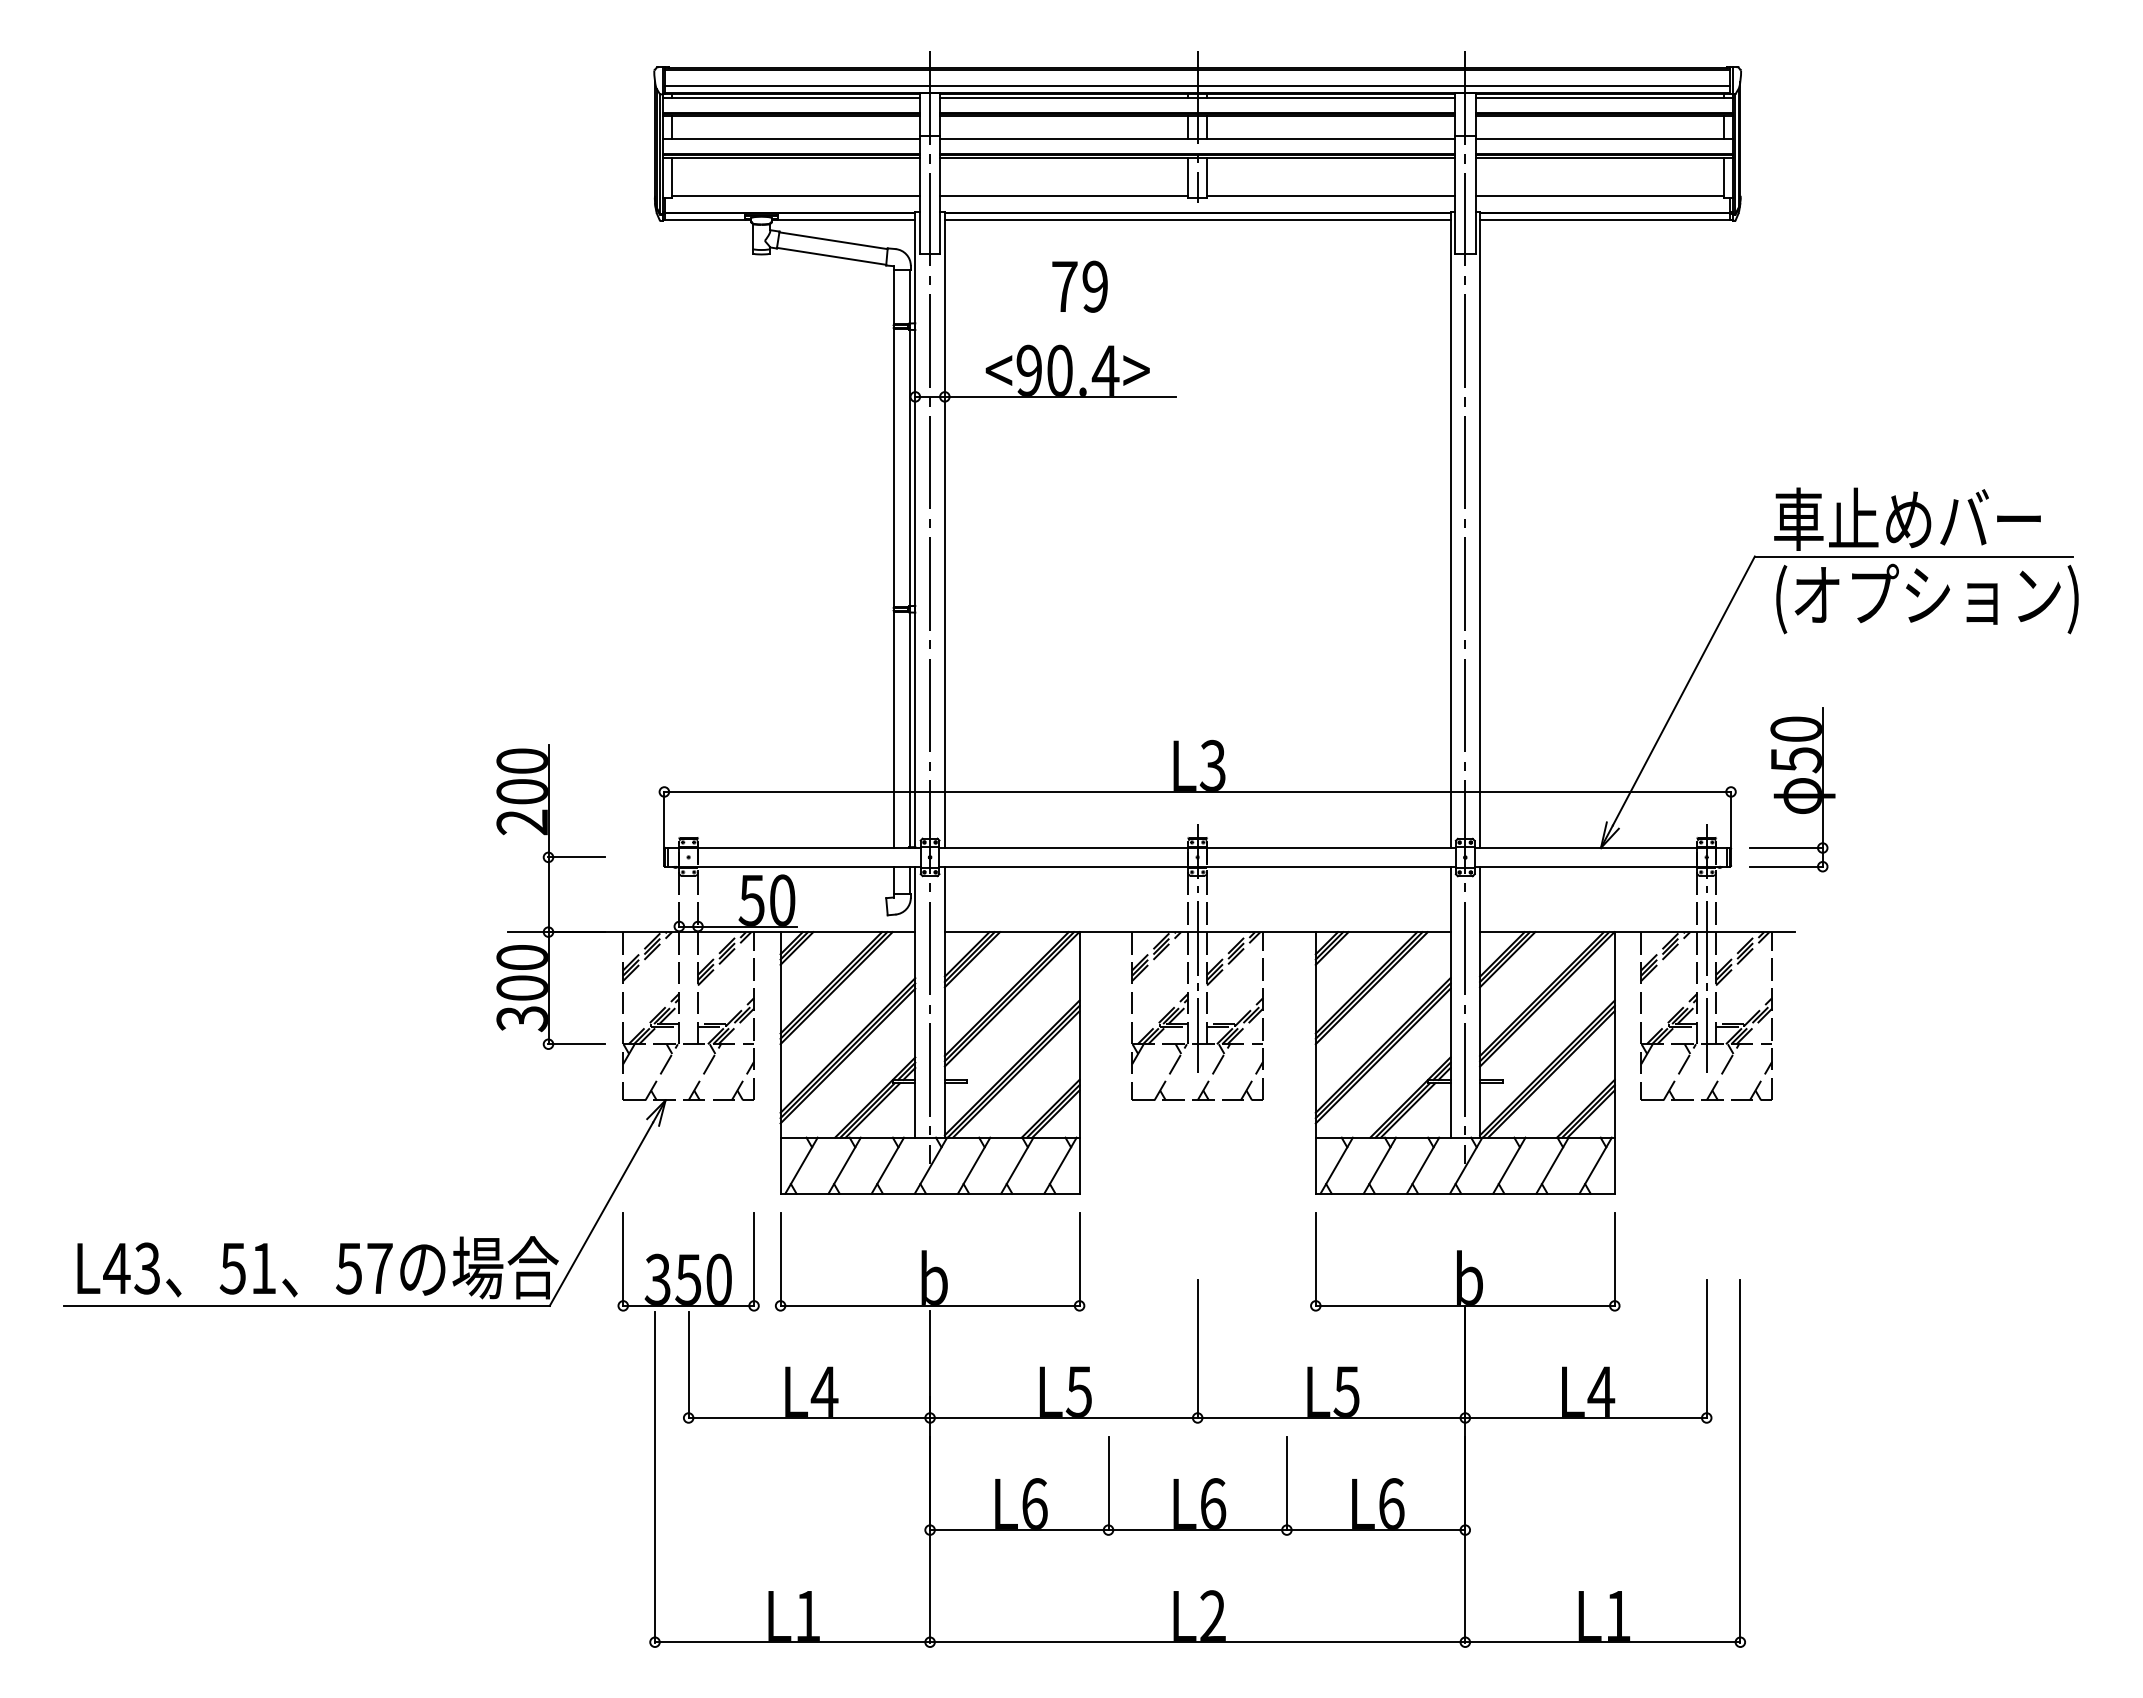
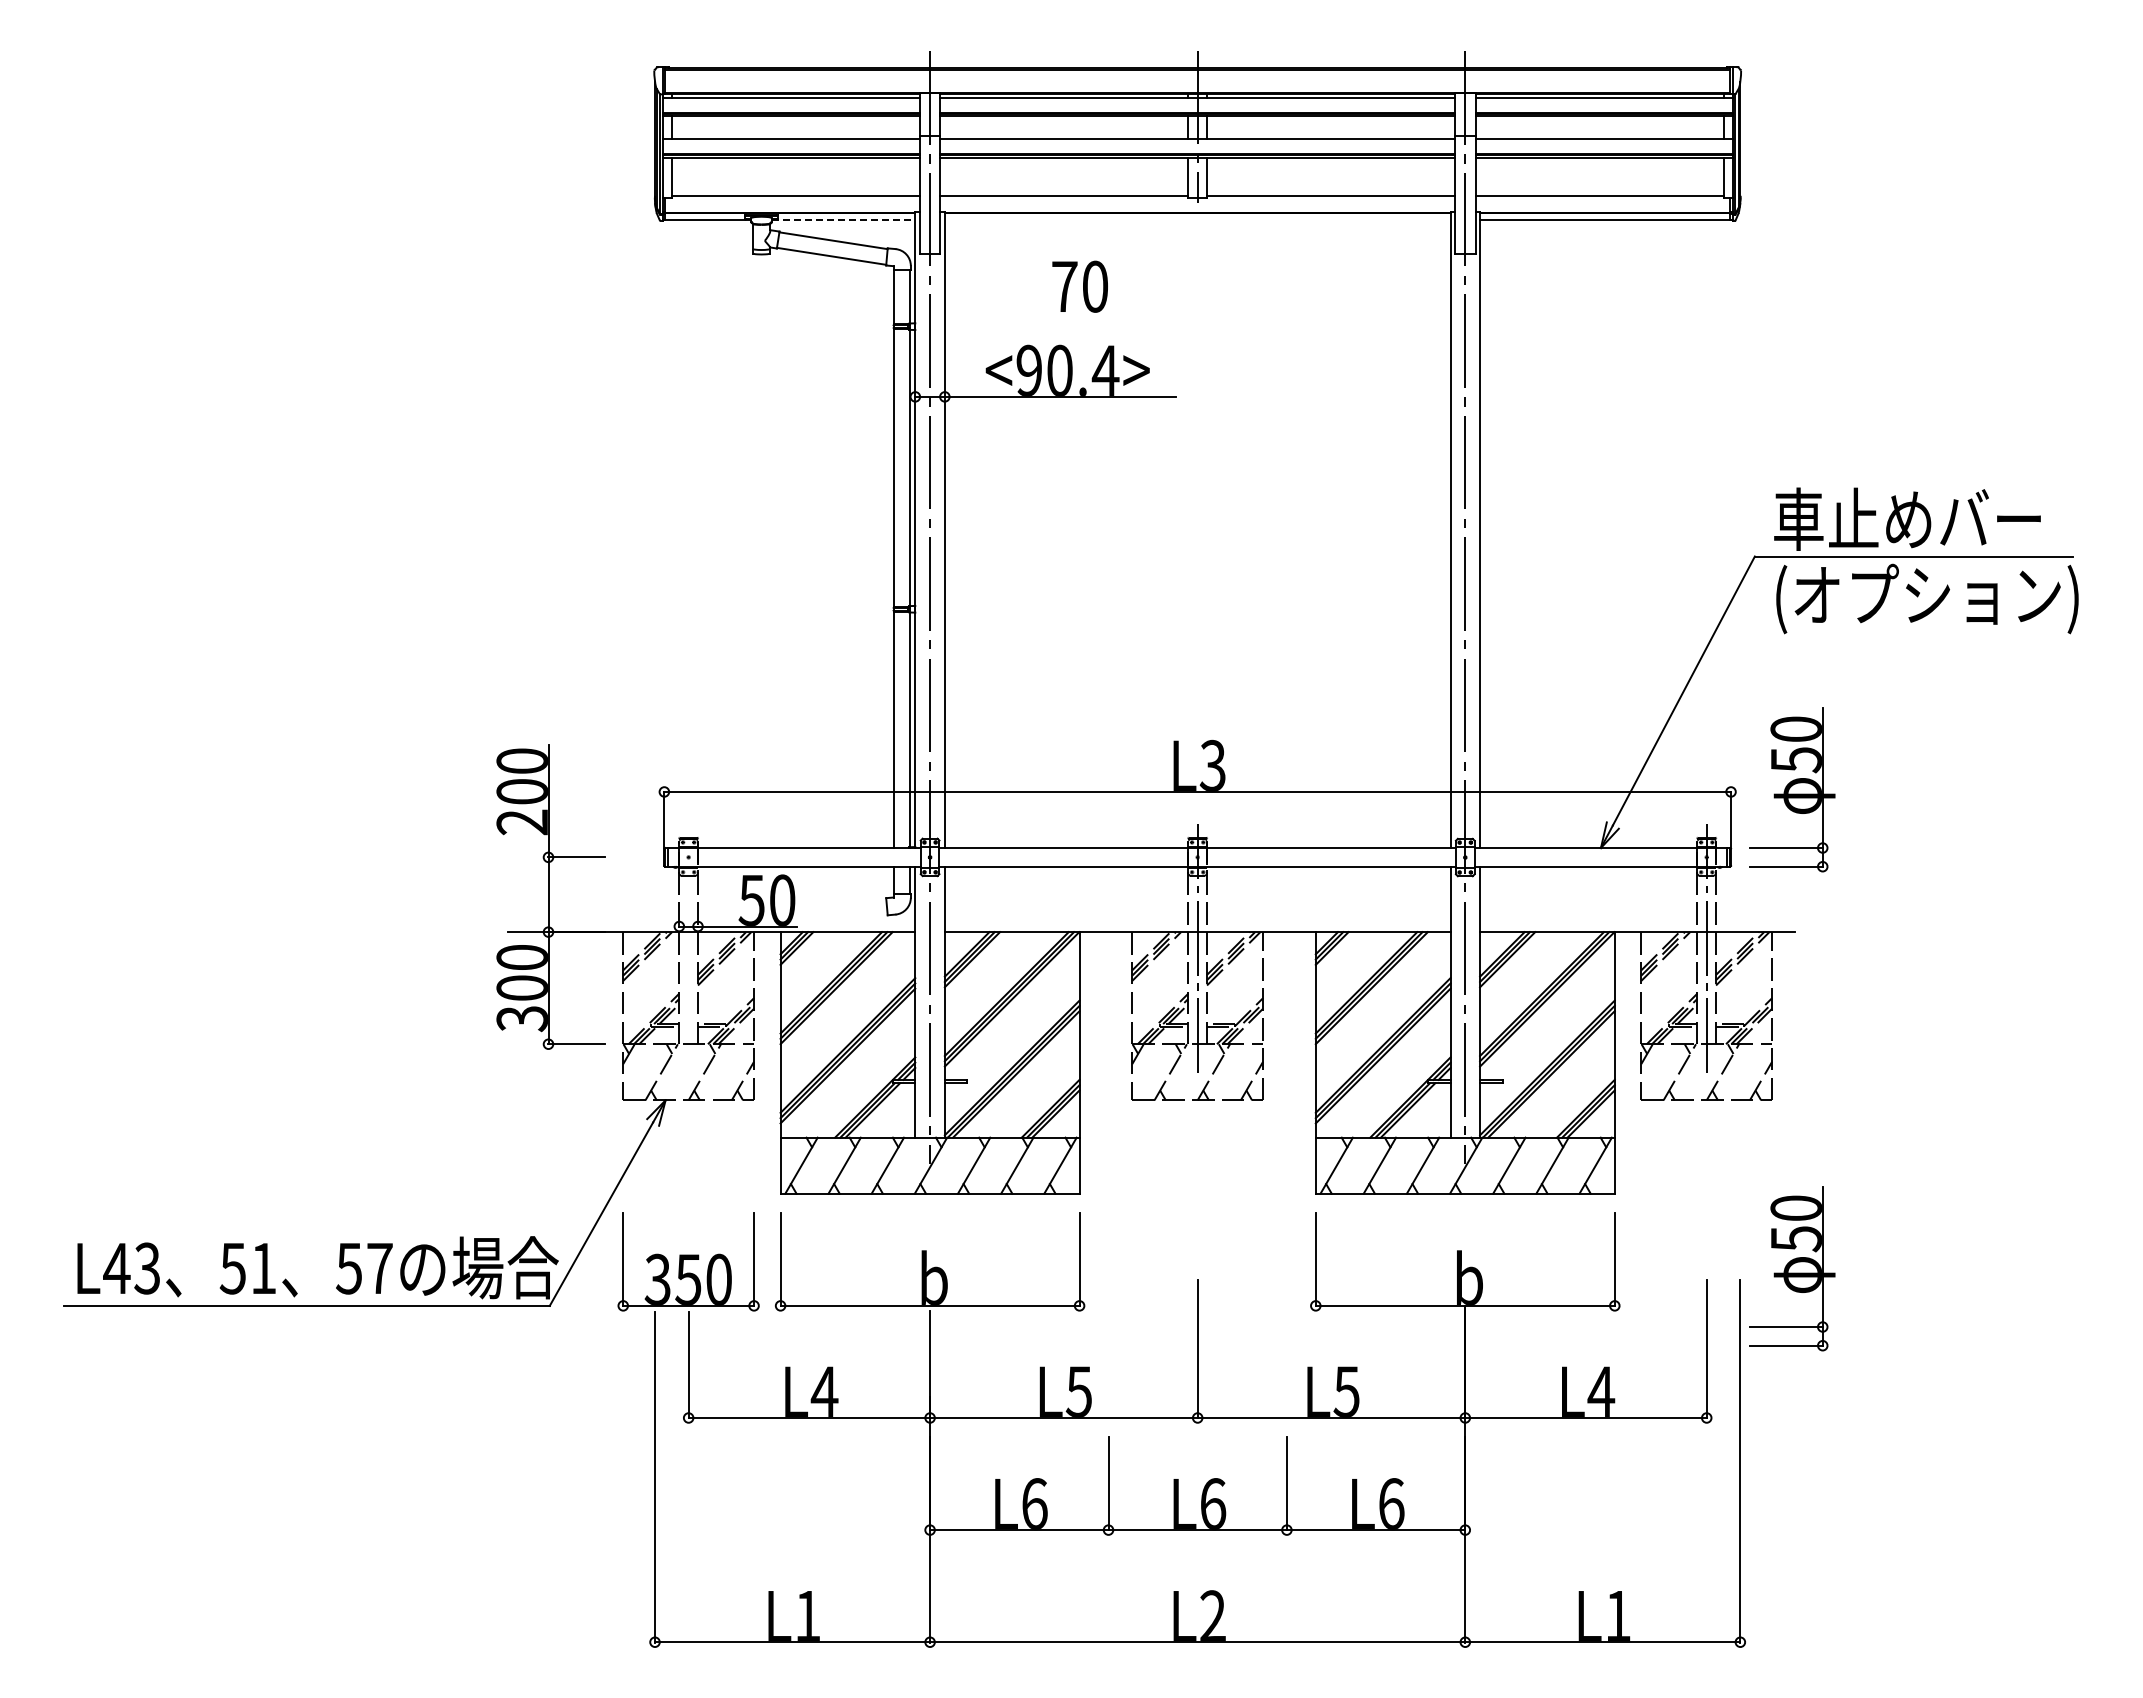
line at (1197, 86): present -> none
line at (843, 219): solid -> dashed
line at (1197, 219): present -> none
text at (1094, 286): 79 -> 70
part at (1792, 1268): none -> present
